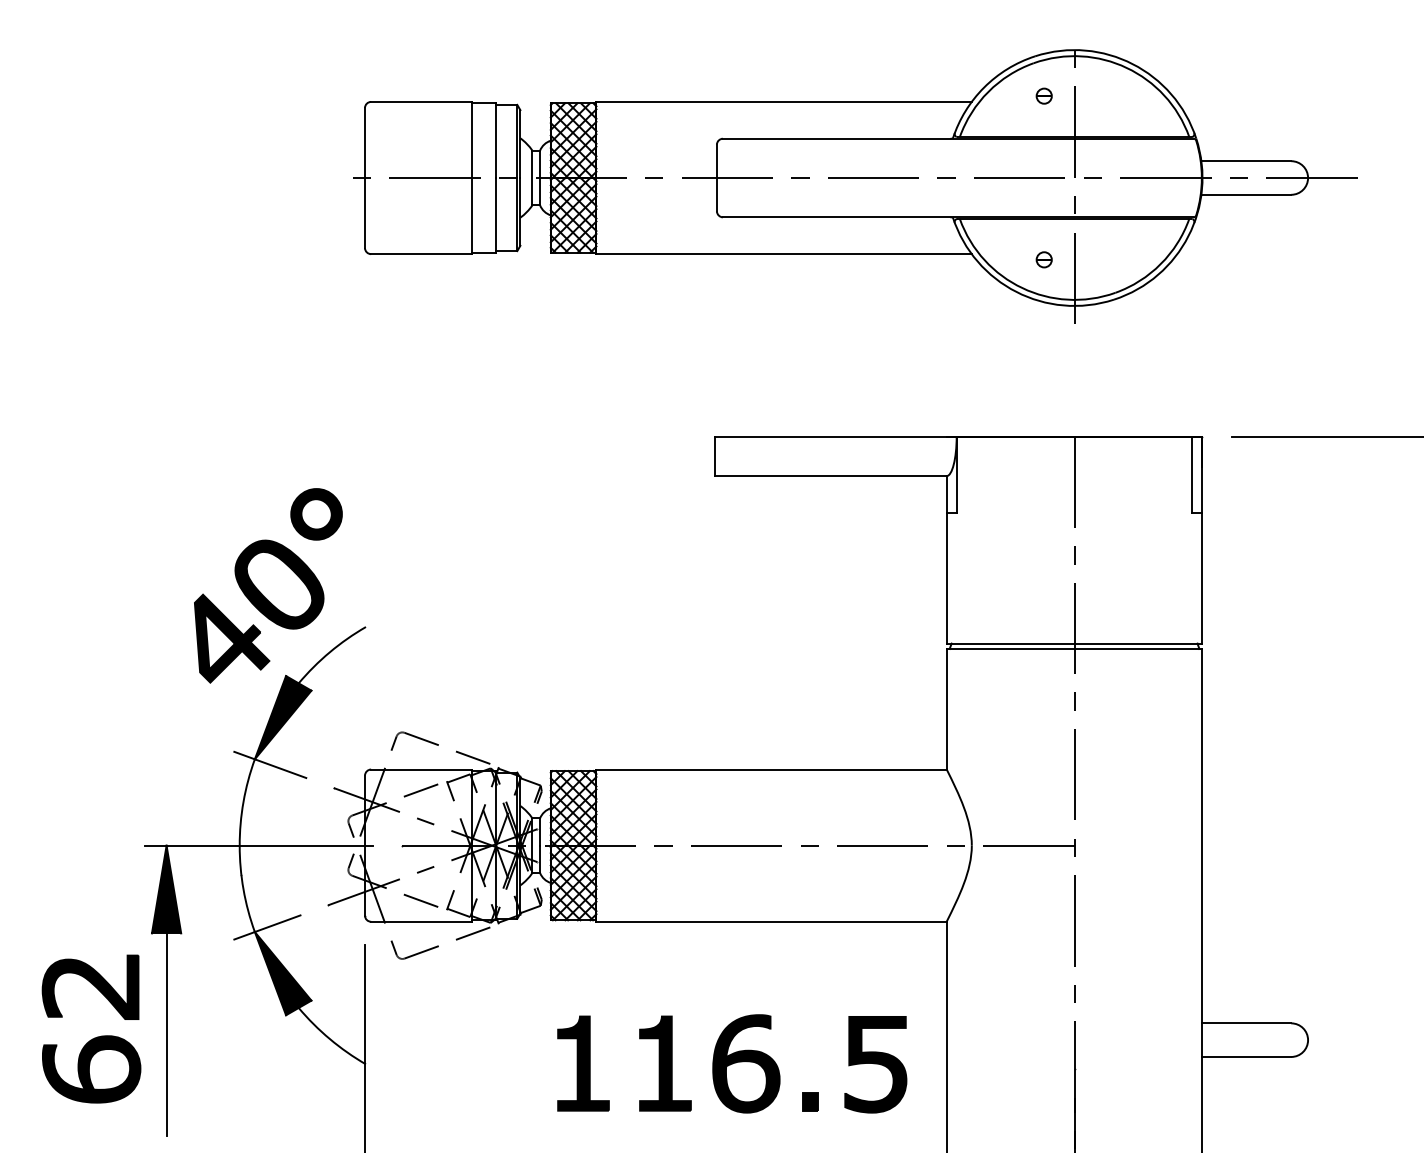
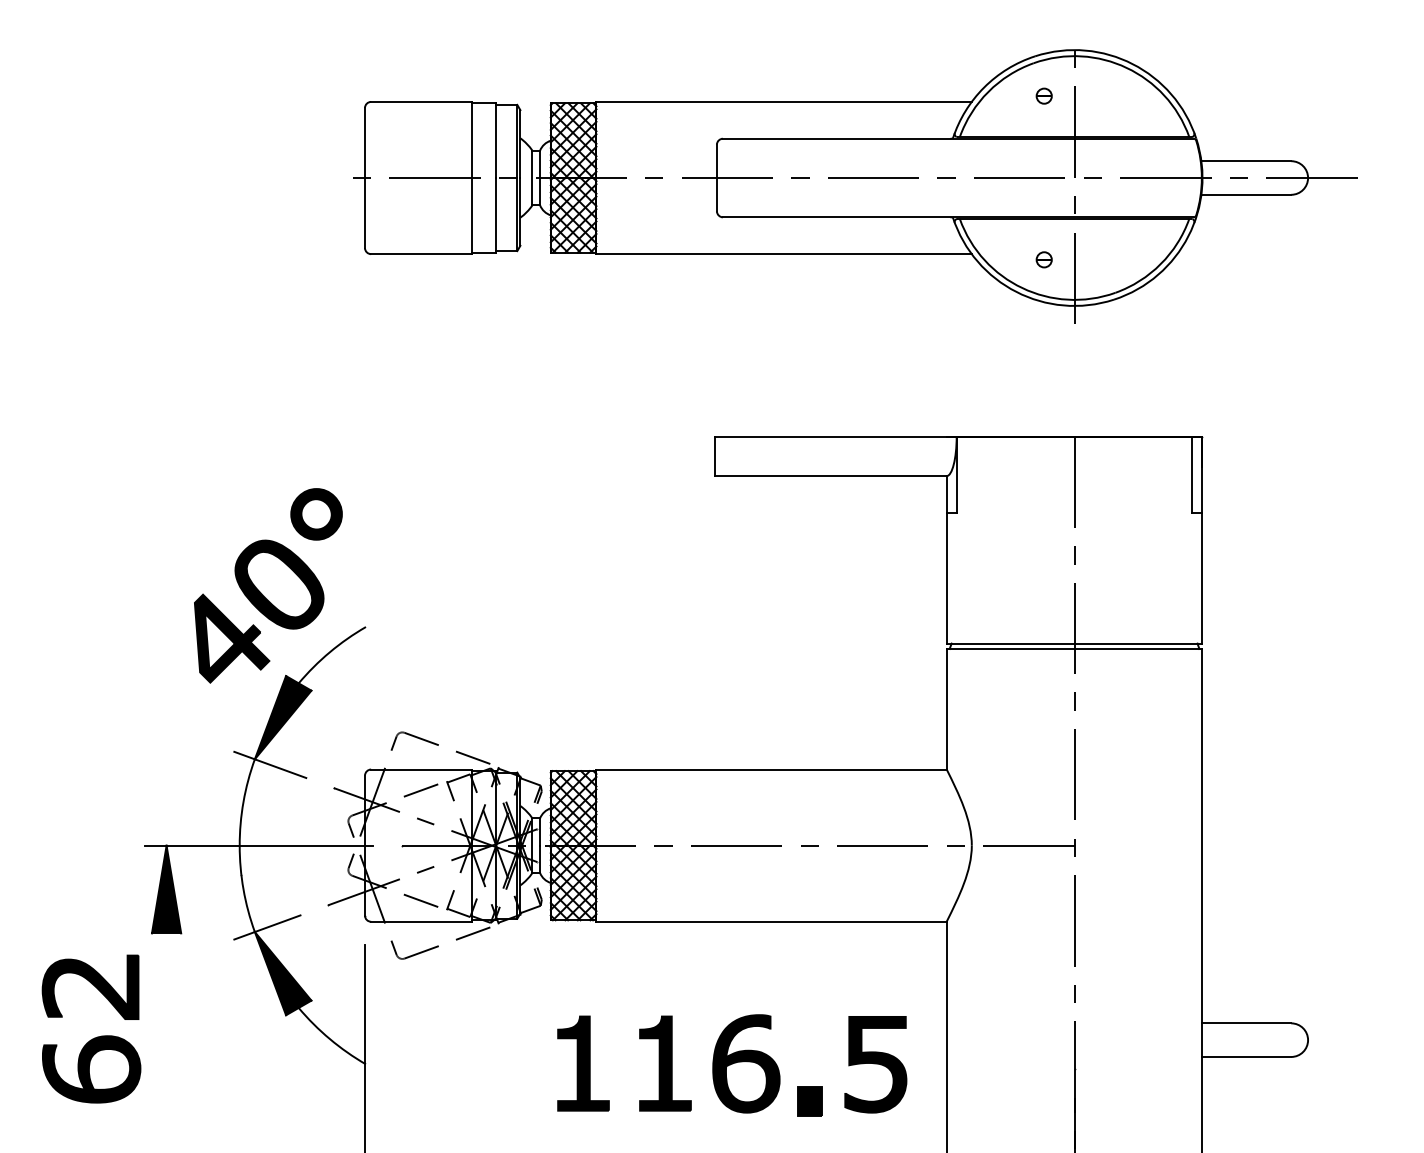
line at (1325, 436): present -> none
line at (166, 1034): present -> none
part at (810, 1101) size: 17x20 px -> 26x31 px
